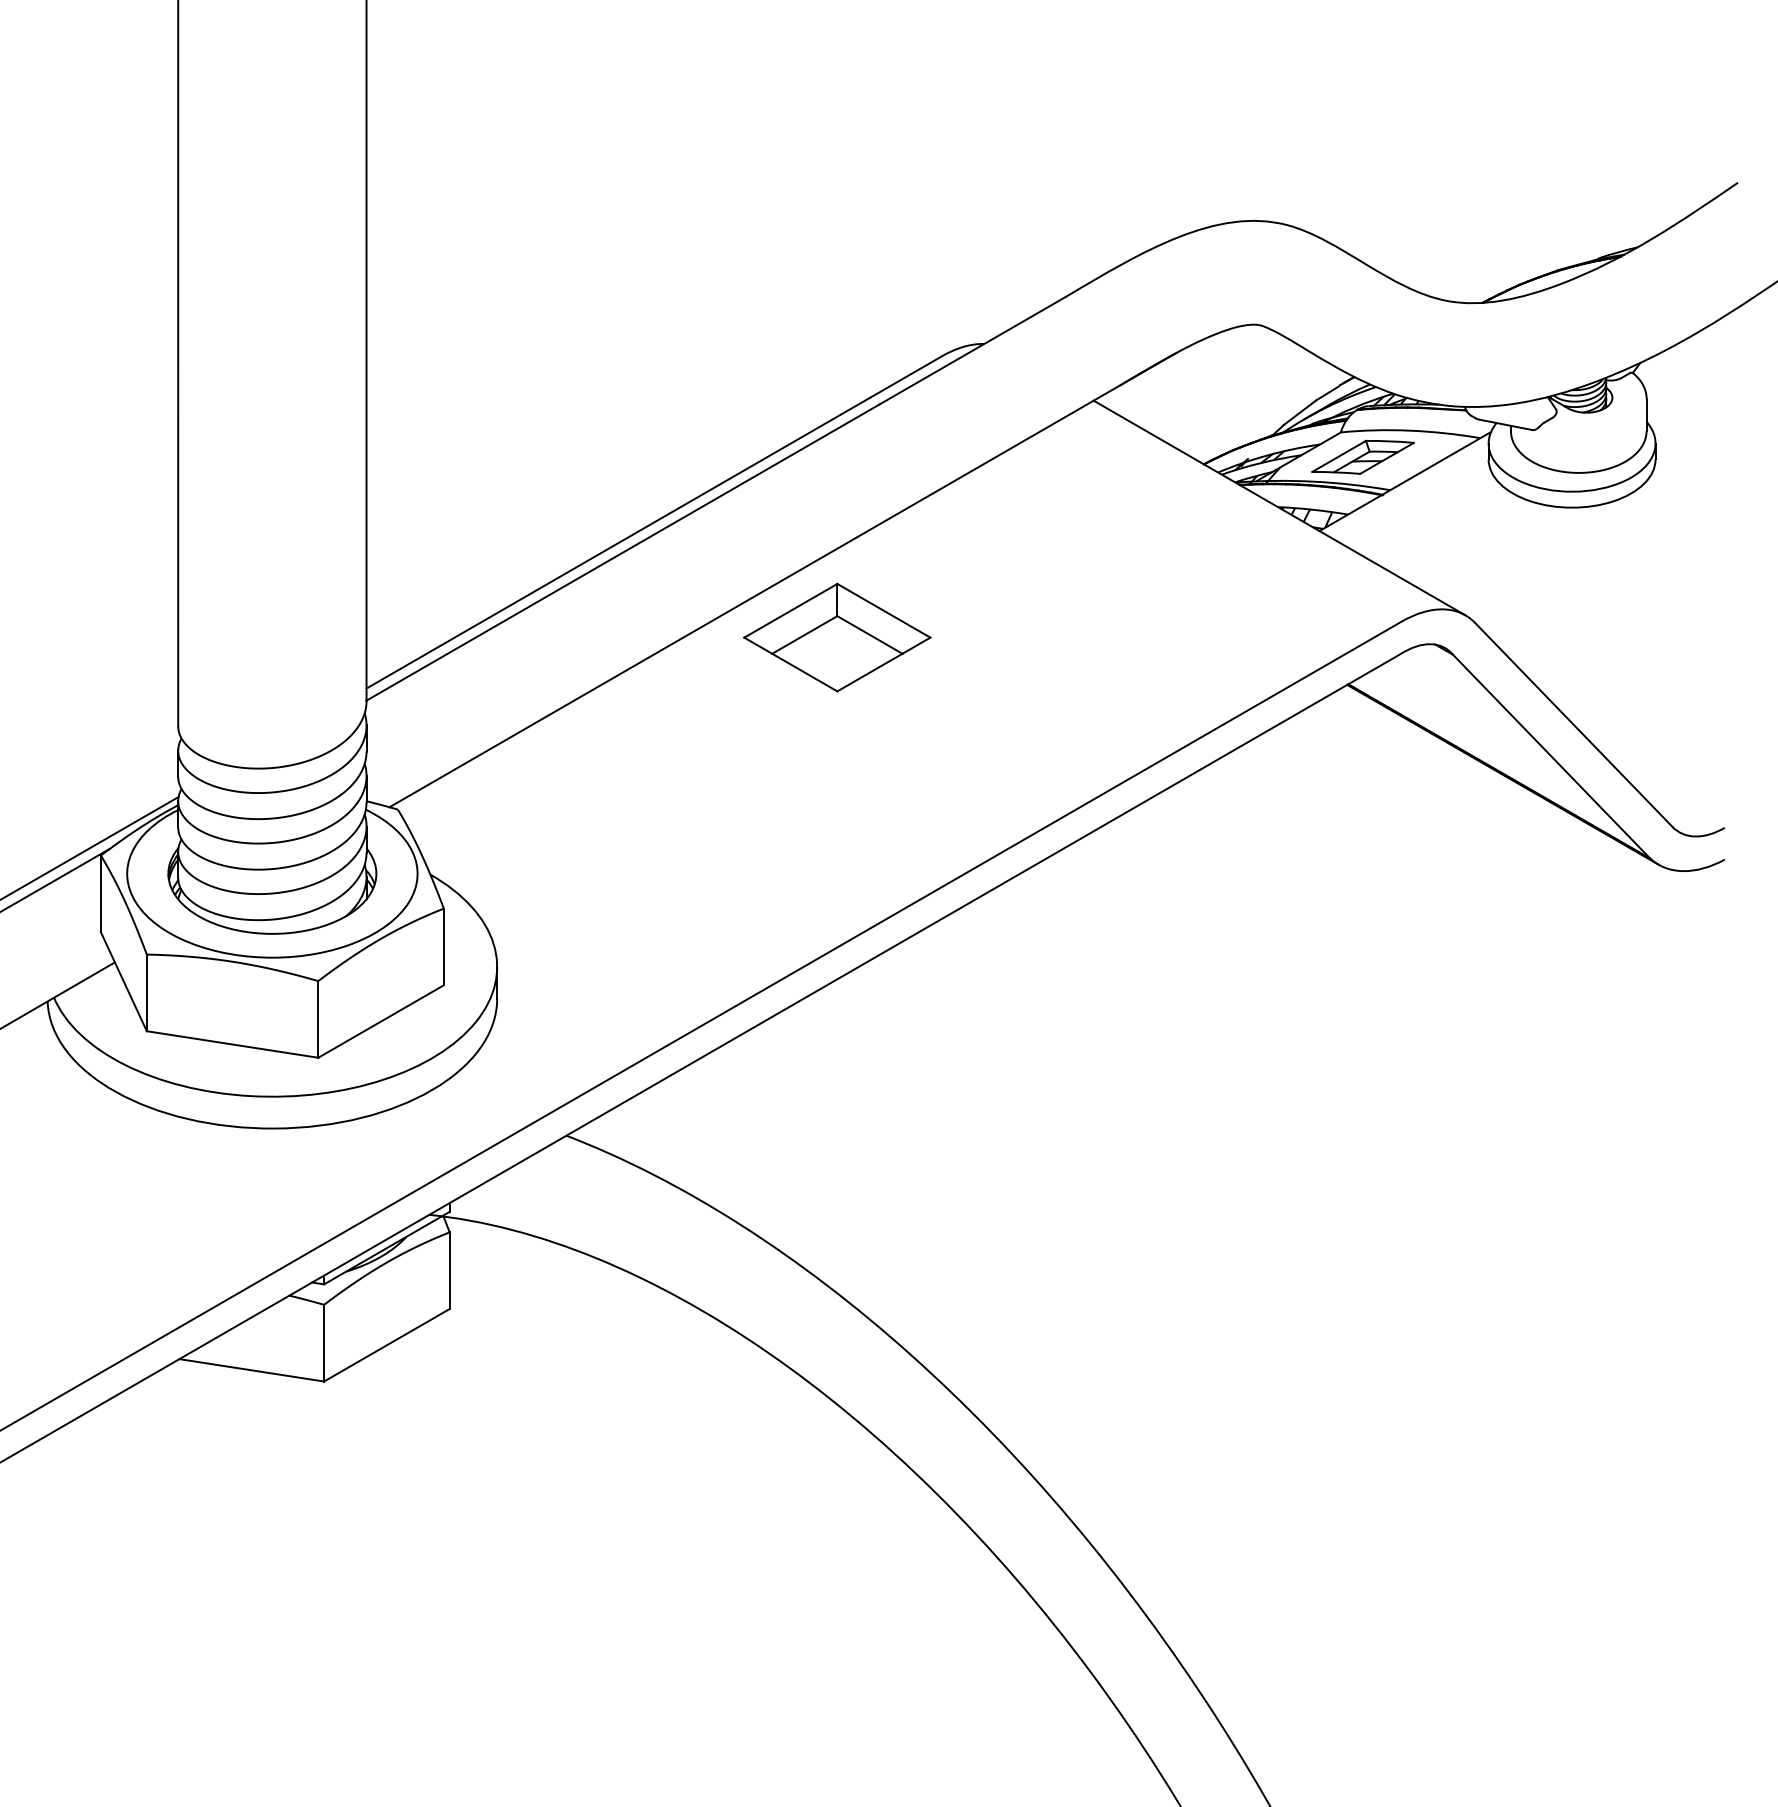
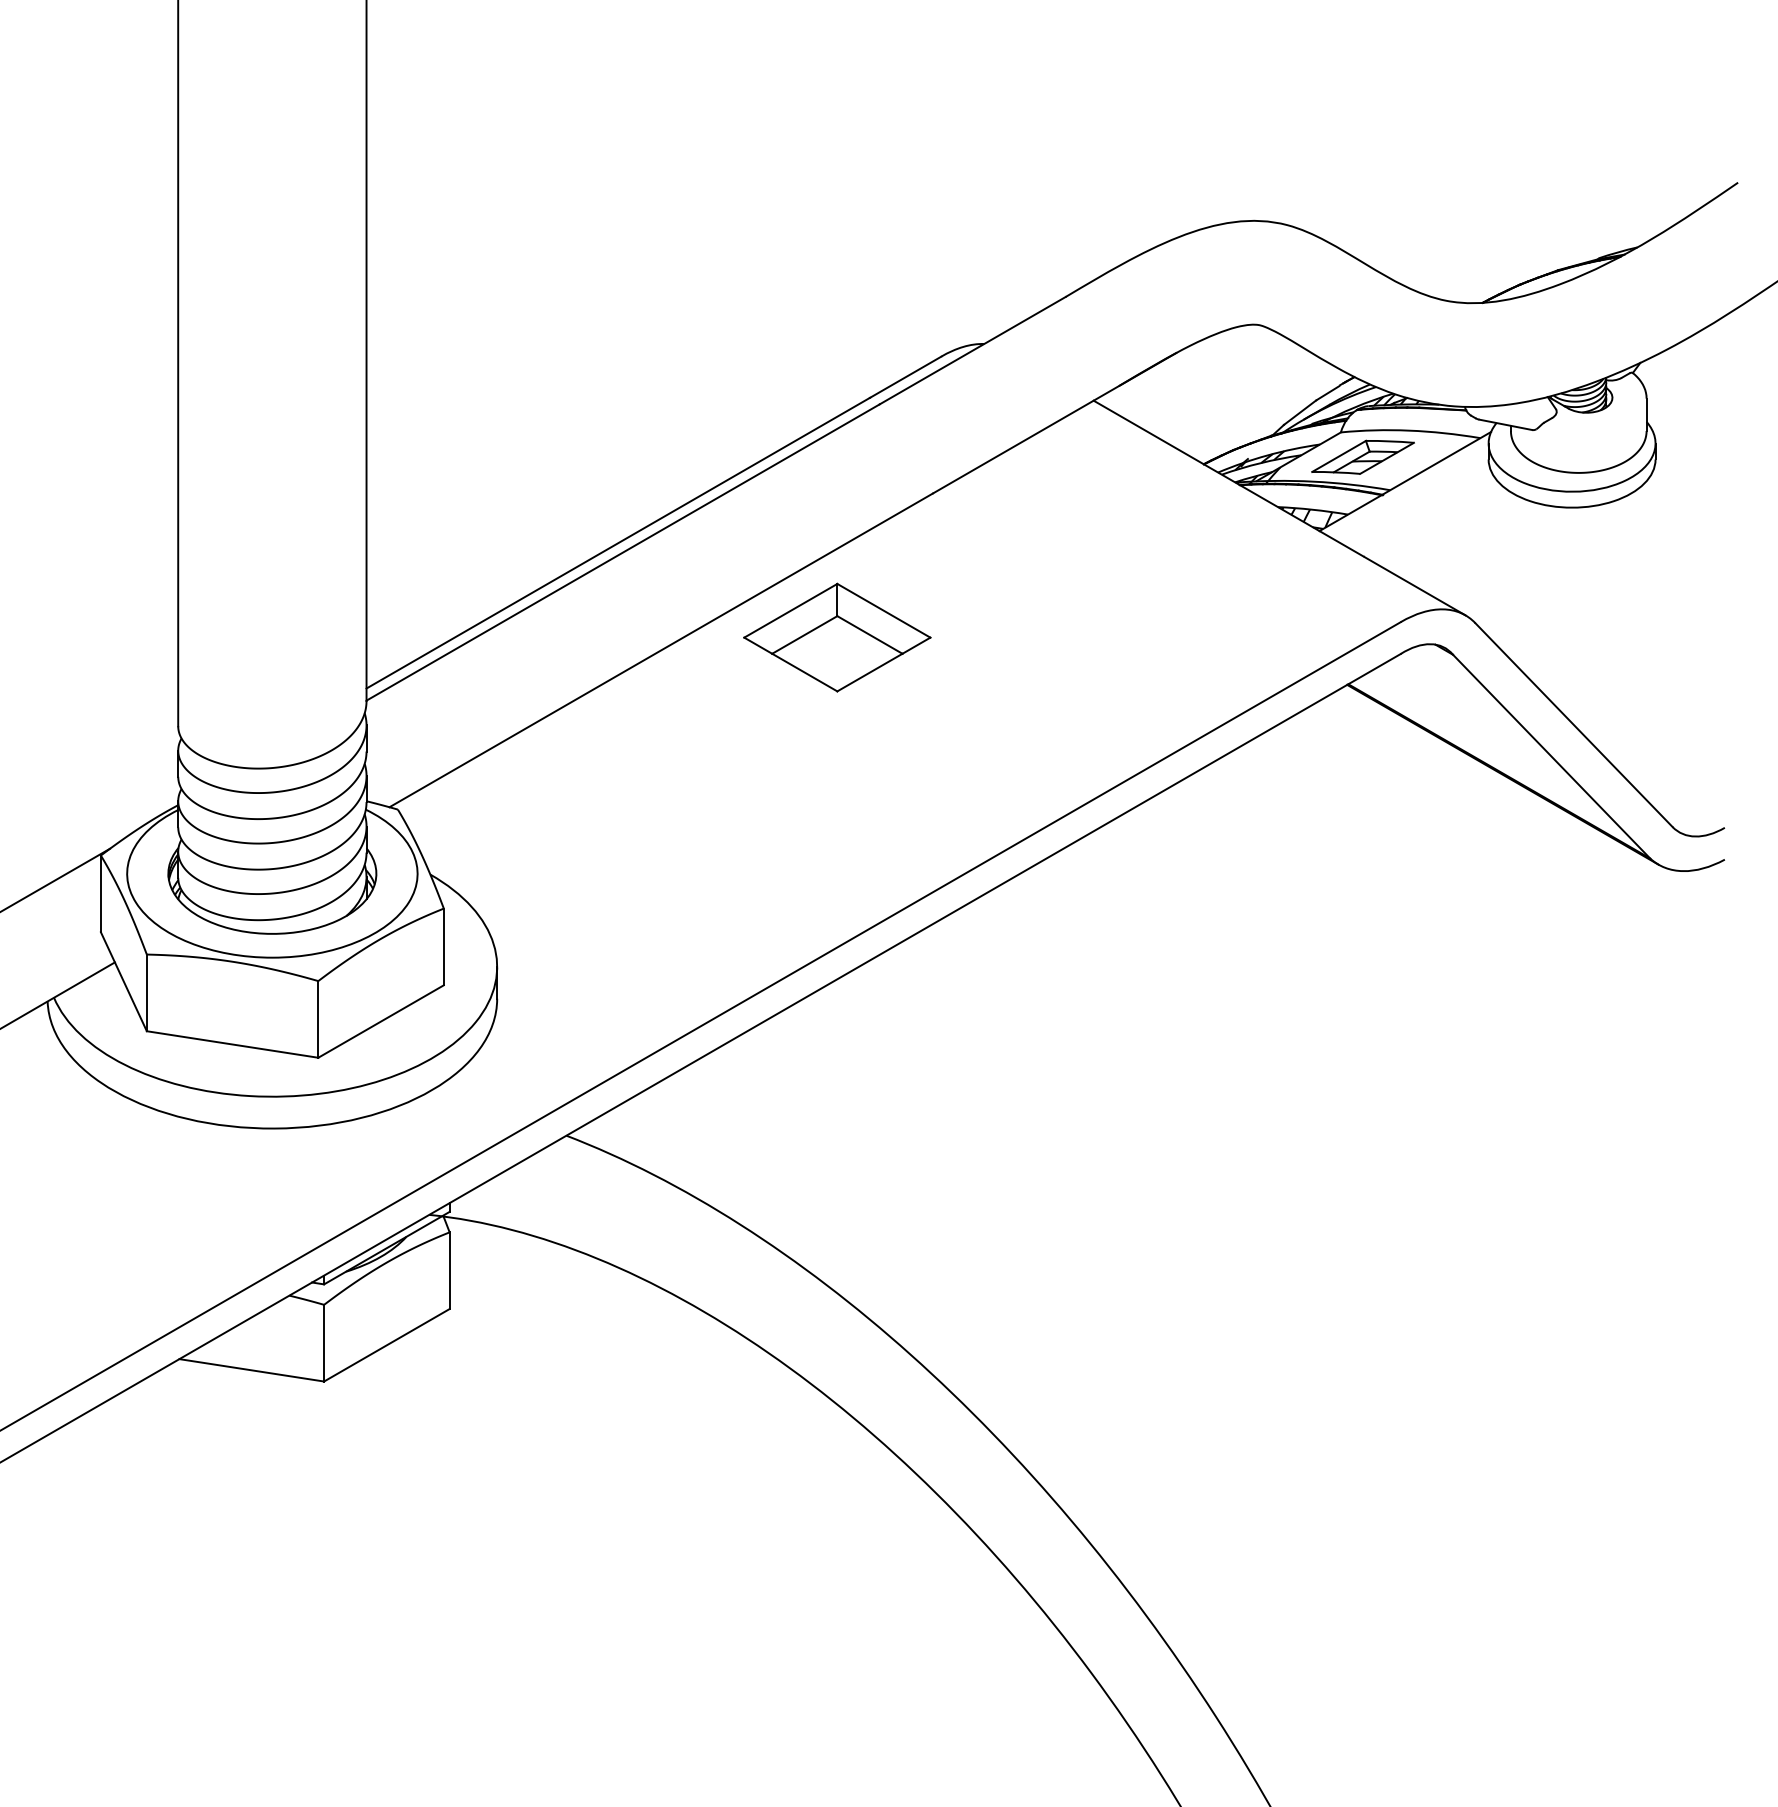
line at (90, 847): present -> none
